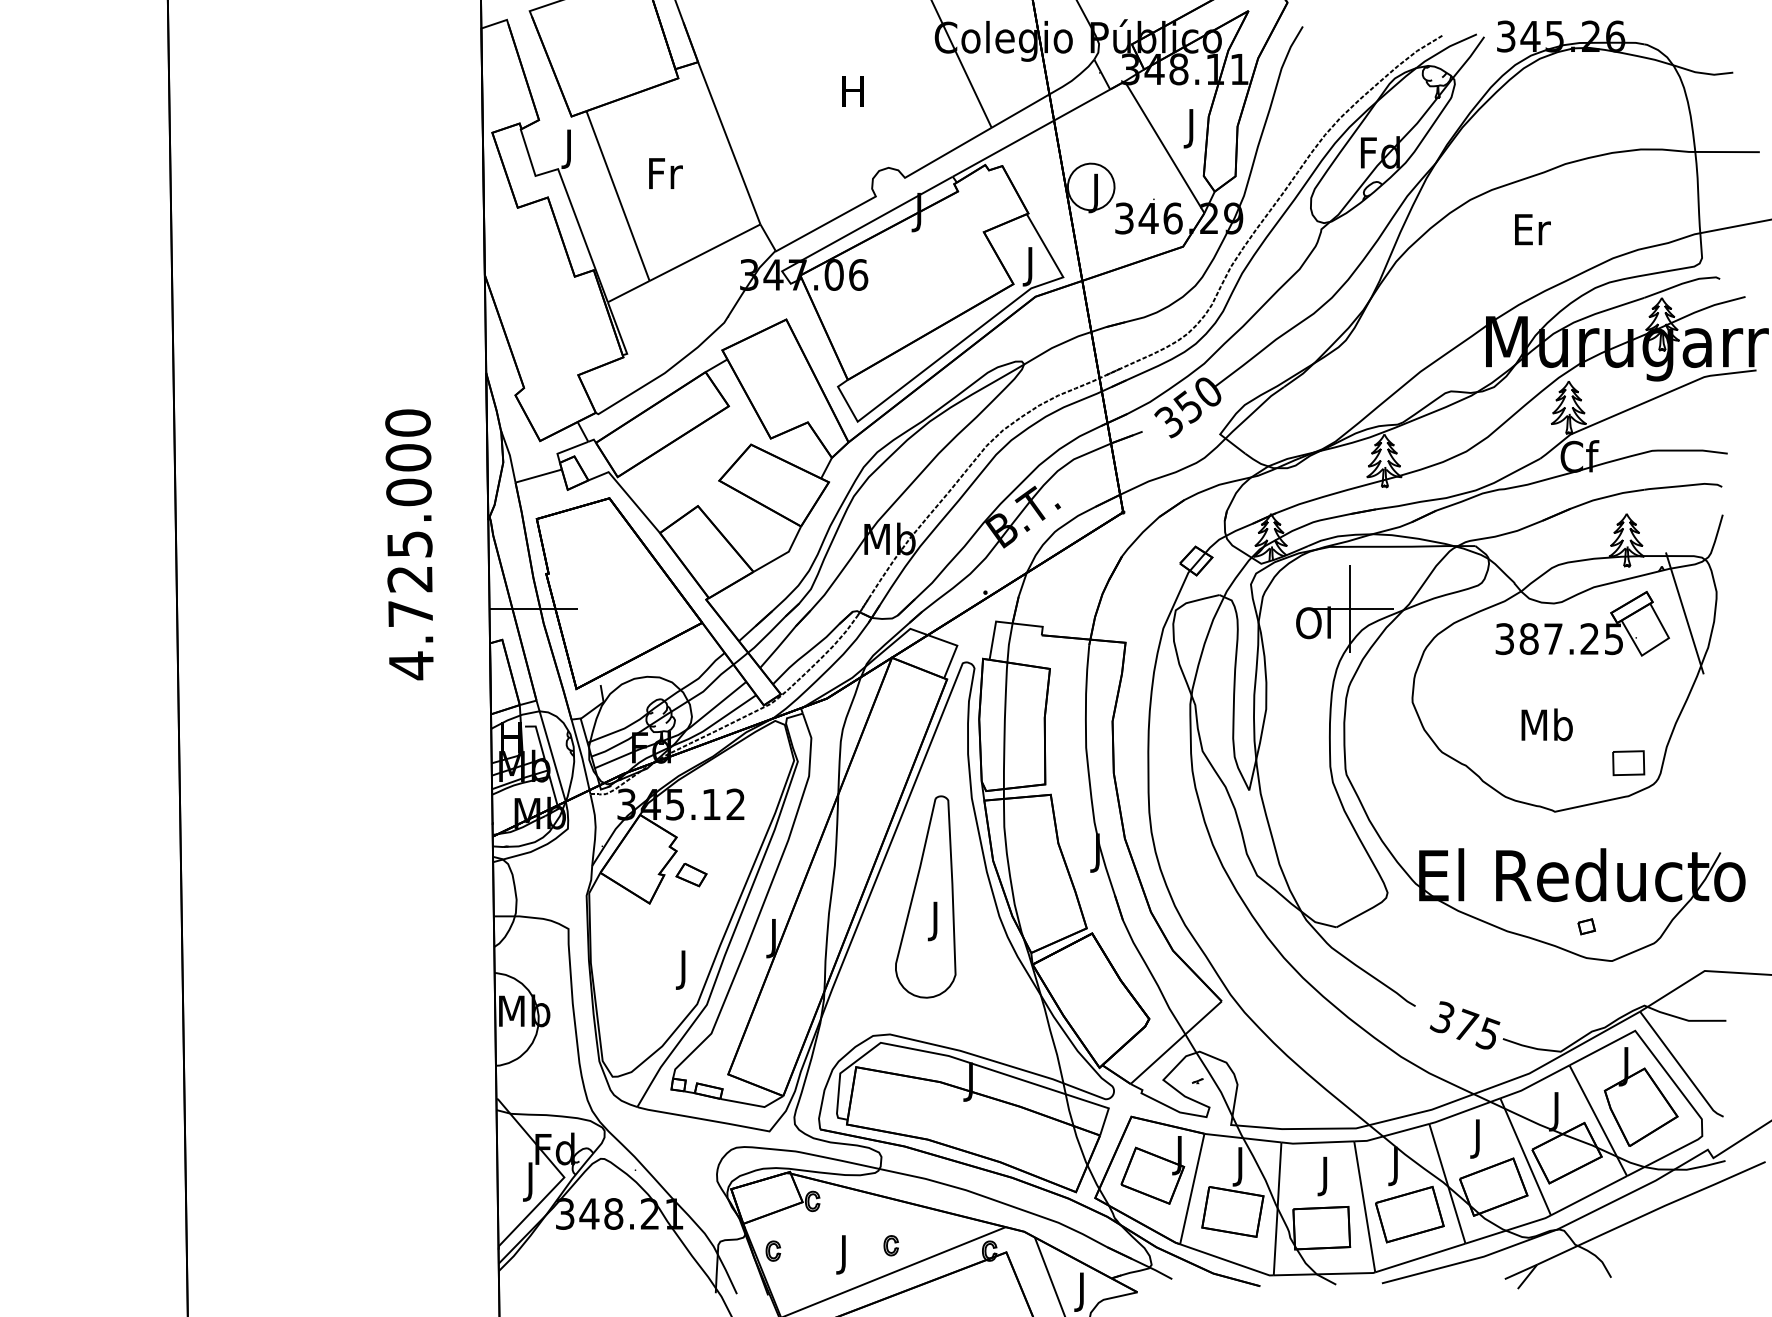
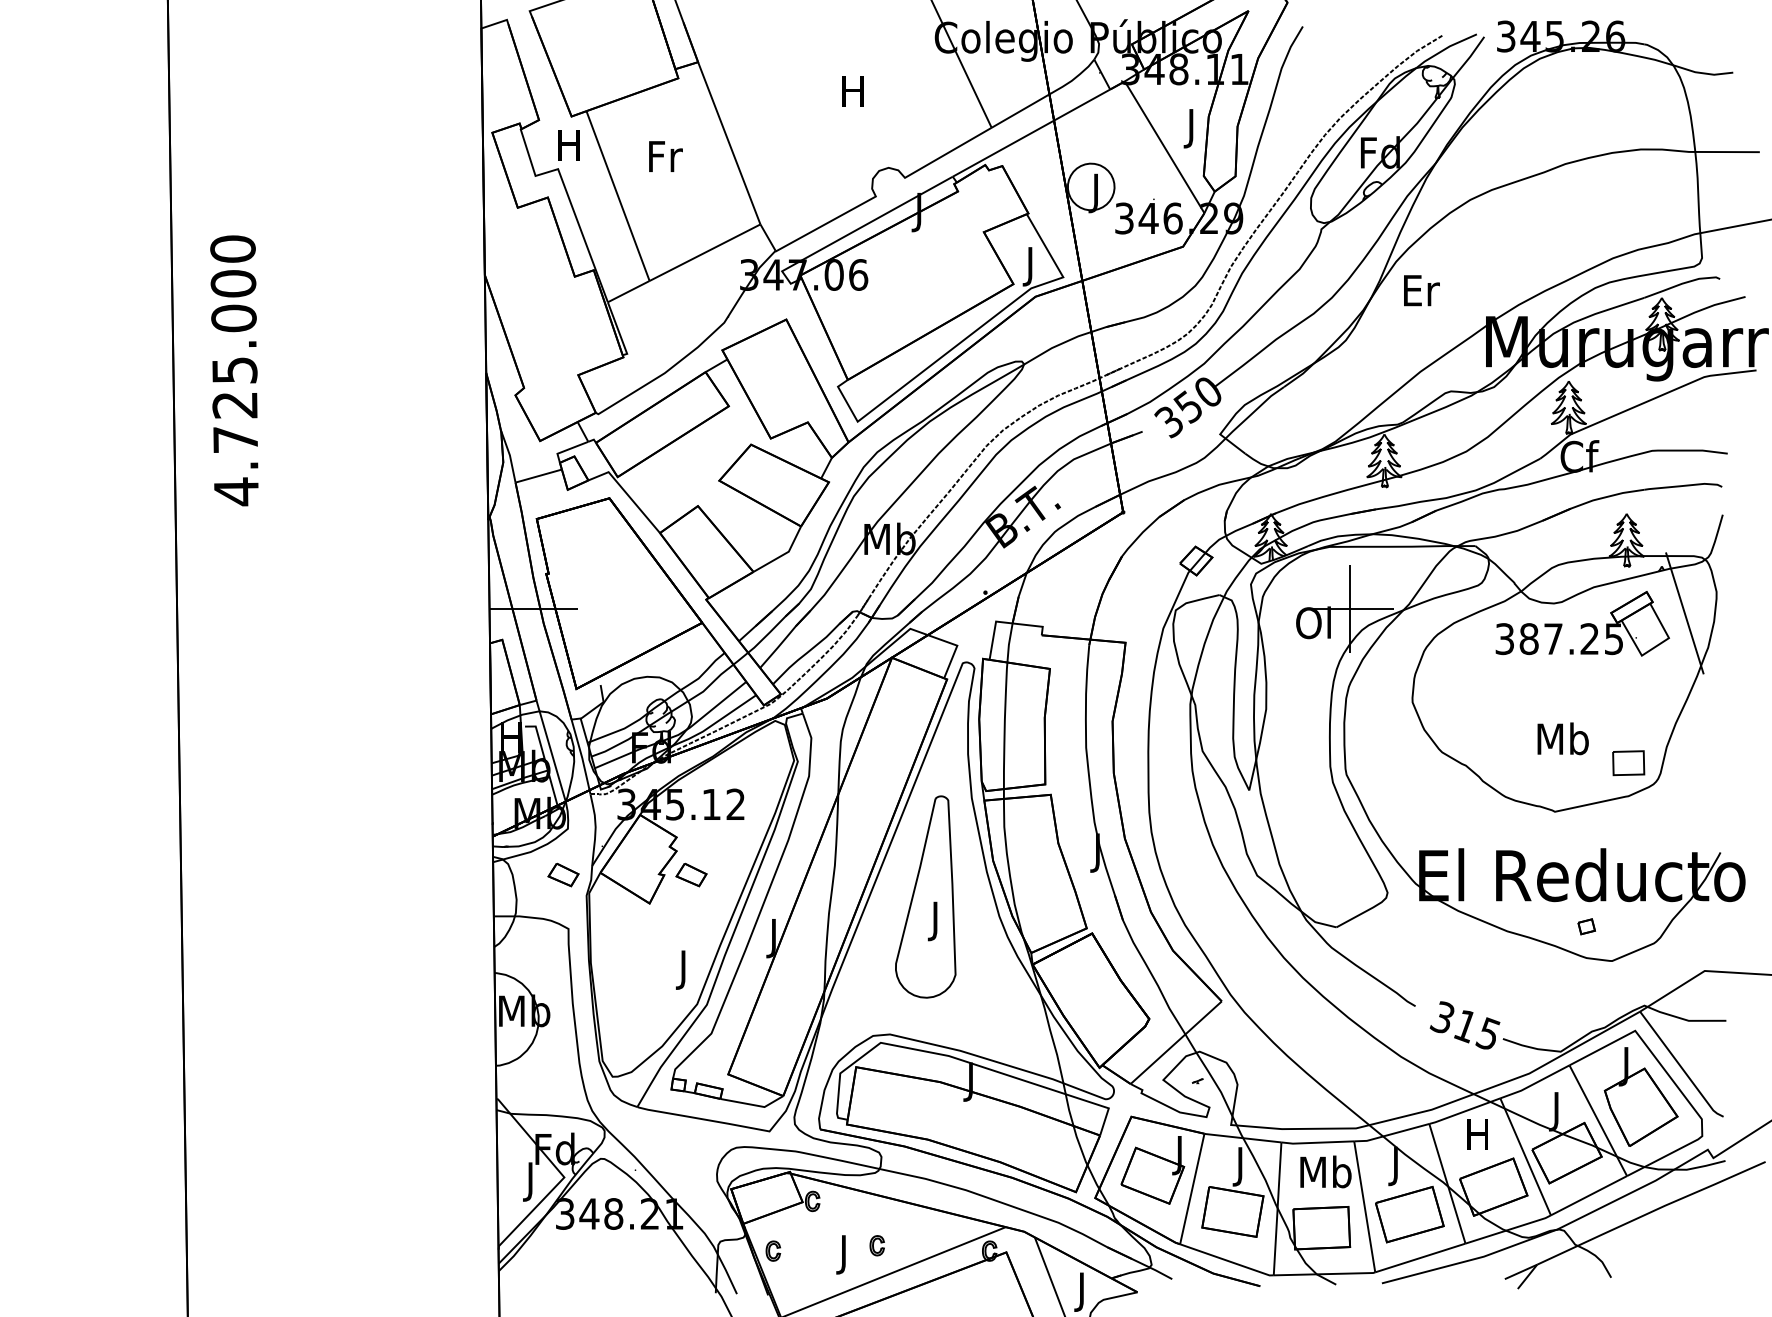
text at (568, 148): J -> H
text at (665, 173) position: (665, 173) -> (665, 156)
text at (1532, 229) position: (1532, 229) -> (1421, 290)
text at (409, 544) position: (409, 544) -> (234, 370)
text at (1546, 724) position: (1546, 724) -> (1562, 738)
part at (563, 874): none -> present
text at (1466, 1025): 375 -> 315
text at (1477, 1138): J -> H
text at (1325, 1175): J -> Mb
part at (890, 1245) position: (890, 1245) -> (876, 1245)
